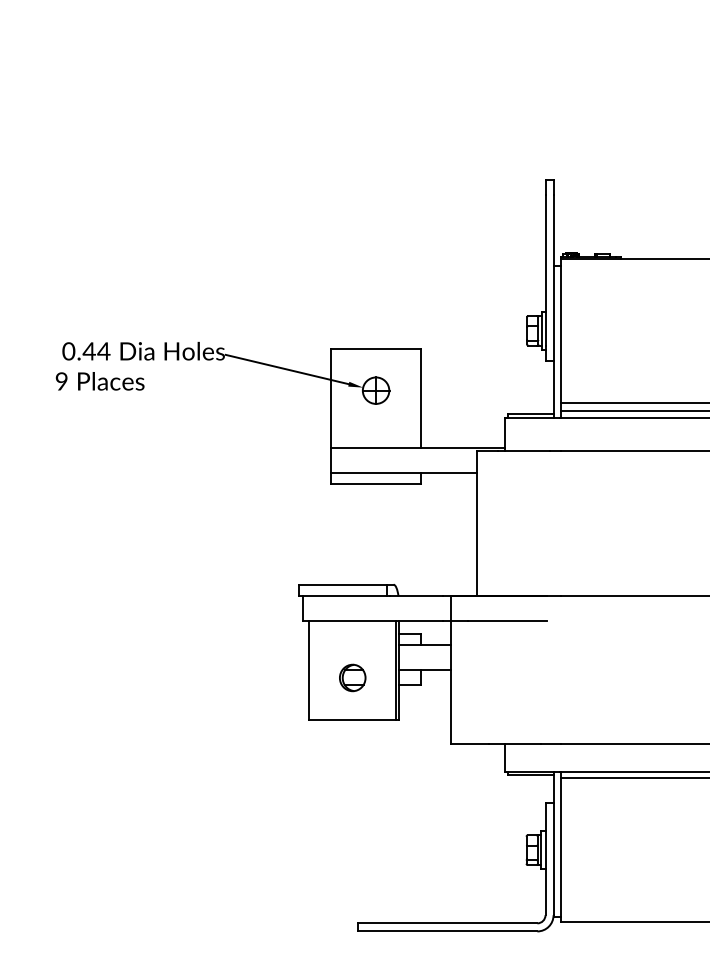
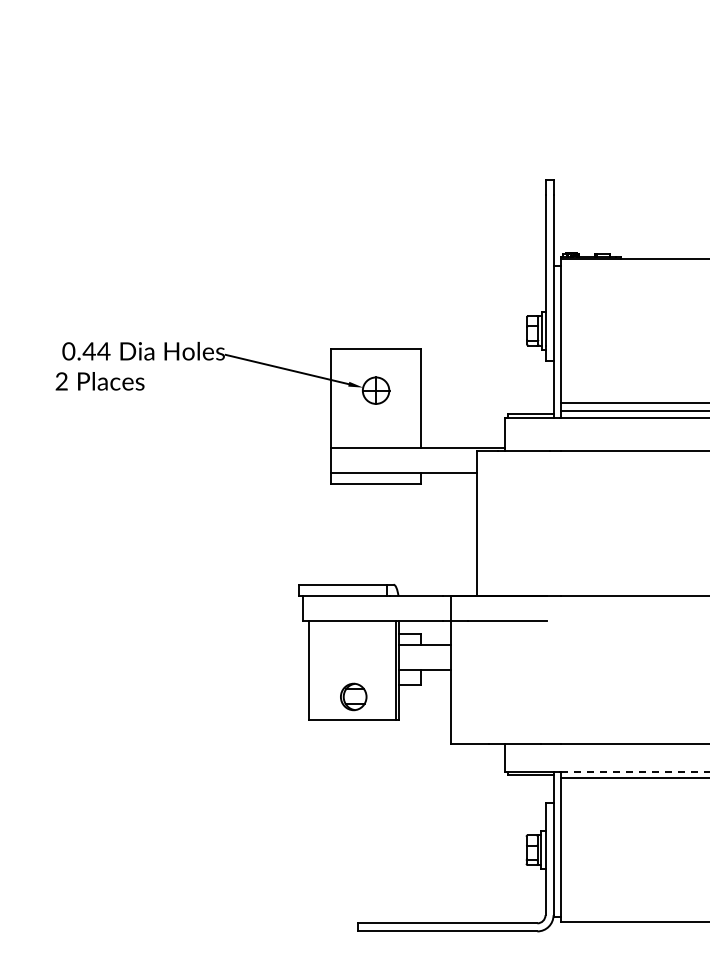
text at (61, 381): 9 -> 2
part at (352, 677) position: (352, 677) -> (353, 696)
line at (635, 771): solid -> dashed
